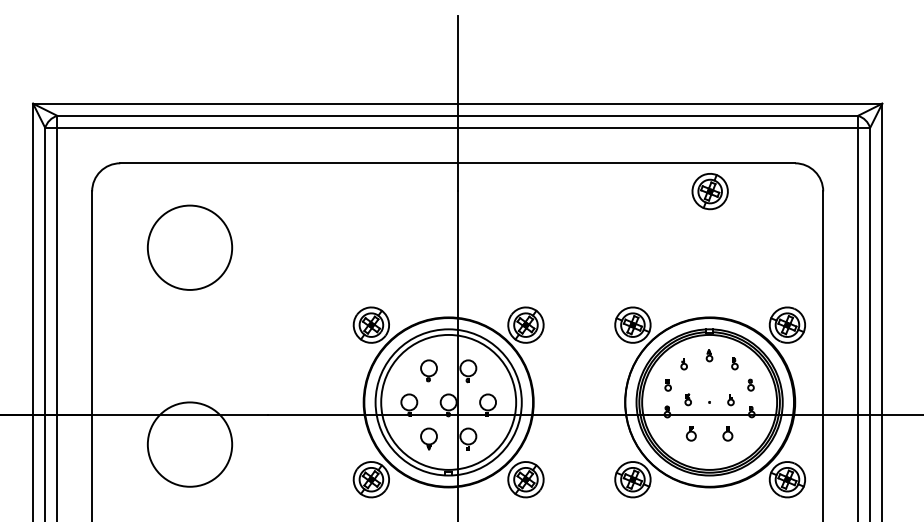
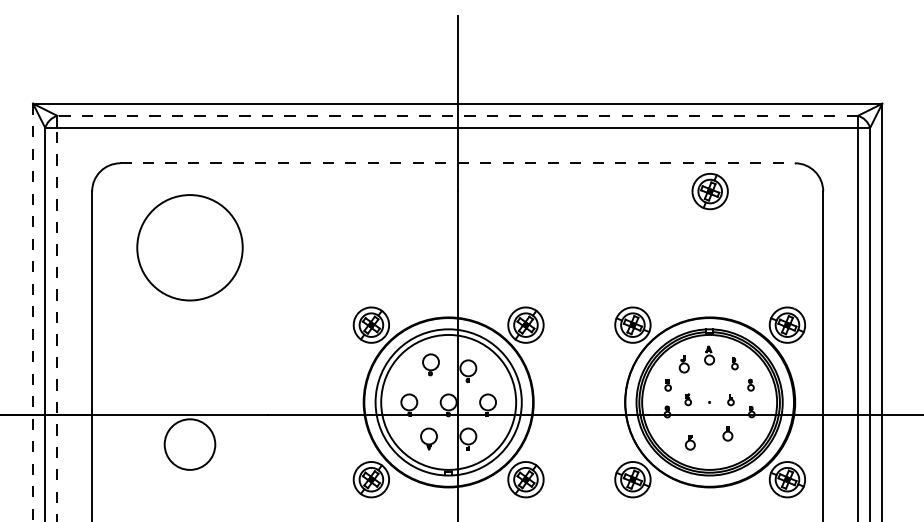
line at (457, 115): solid -> dashed
line at (458, 163): solid -> dashed
circle at (189, 247) diameter: 84 px -> 105 px
line at (33, 312): solid -> dashed
line at (57, 325): solid -> dashed
part at (709, 355) size: 9x14 px -> 12x21 px
part at (683, 364) size: 8x13 px -> 12x19 px
part at (428, 370) position: (428, 370) -> (430, 364)
part at (690, 433) position: (690, 433) -> (689, 442)
circle at (189, 444) diameter: 84 px -> 51 px
